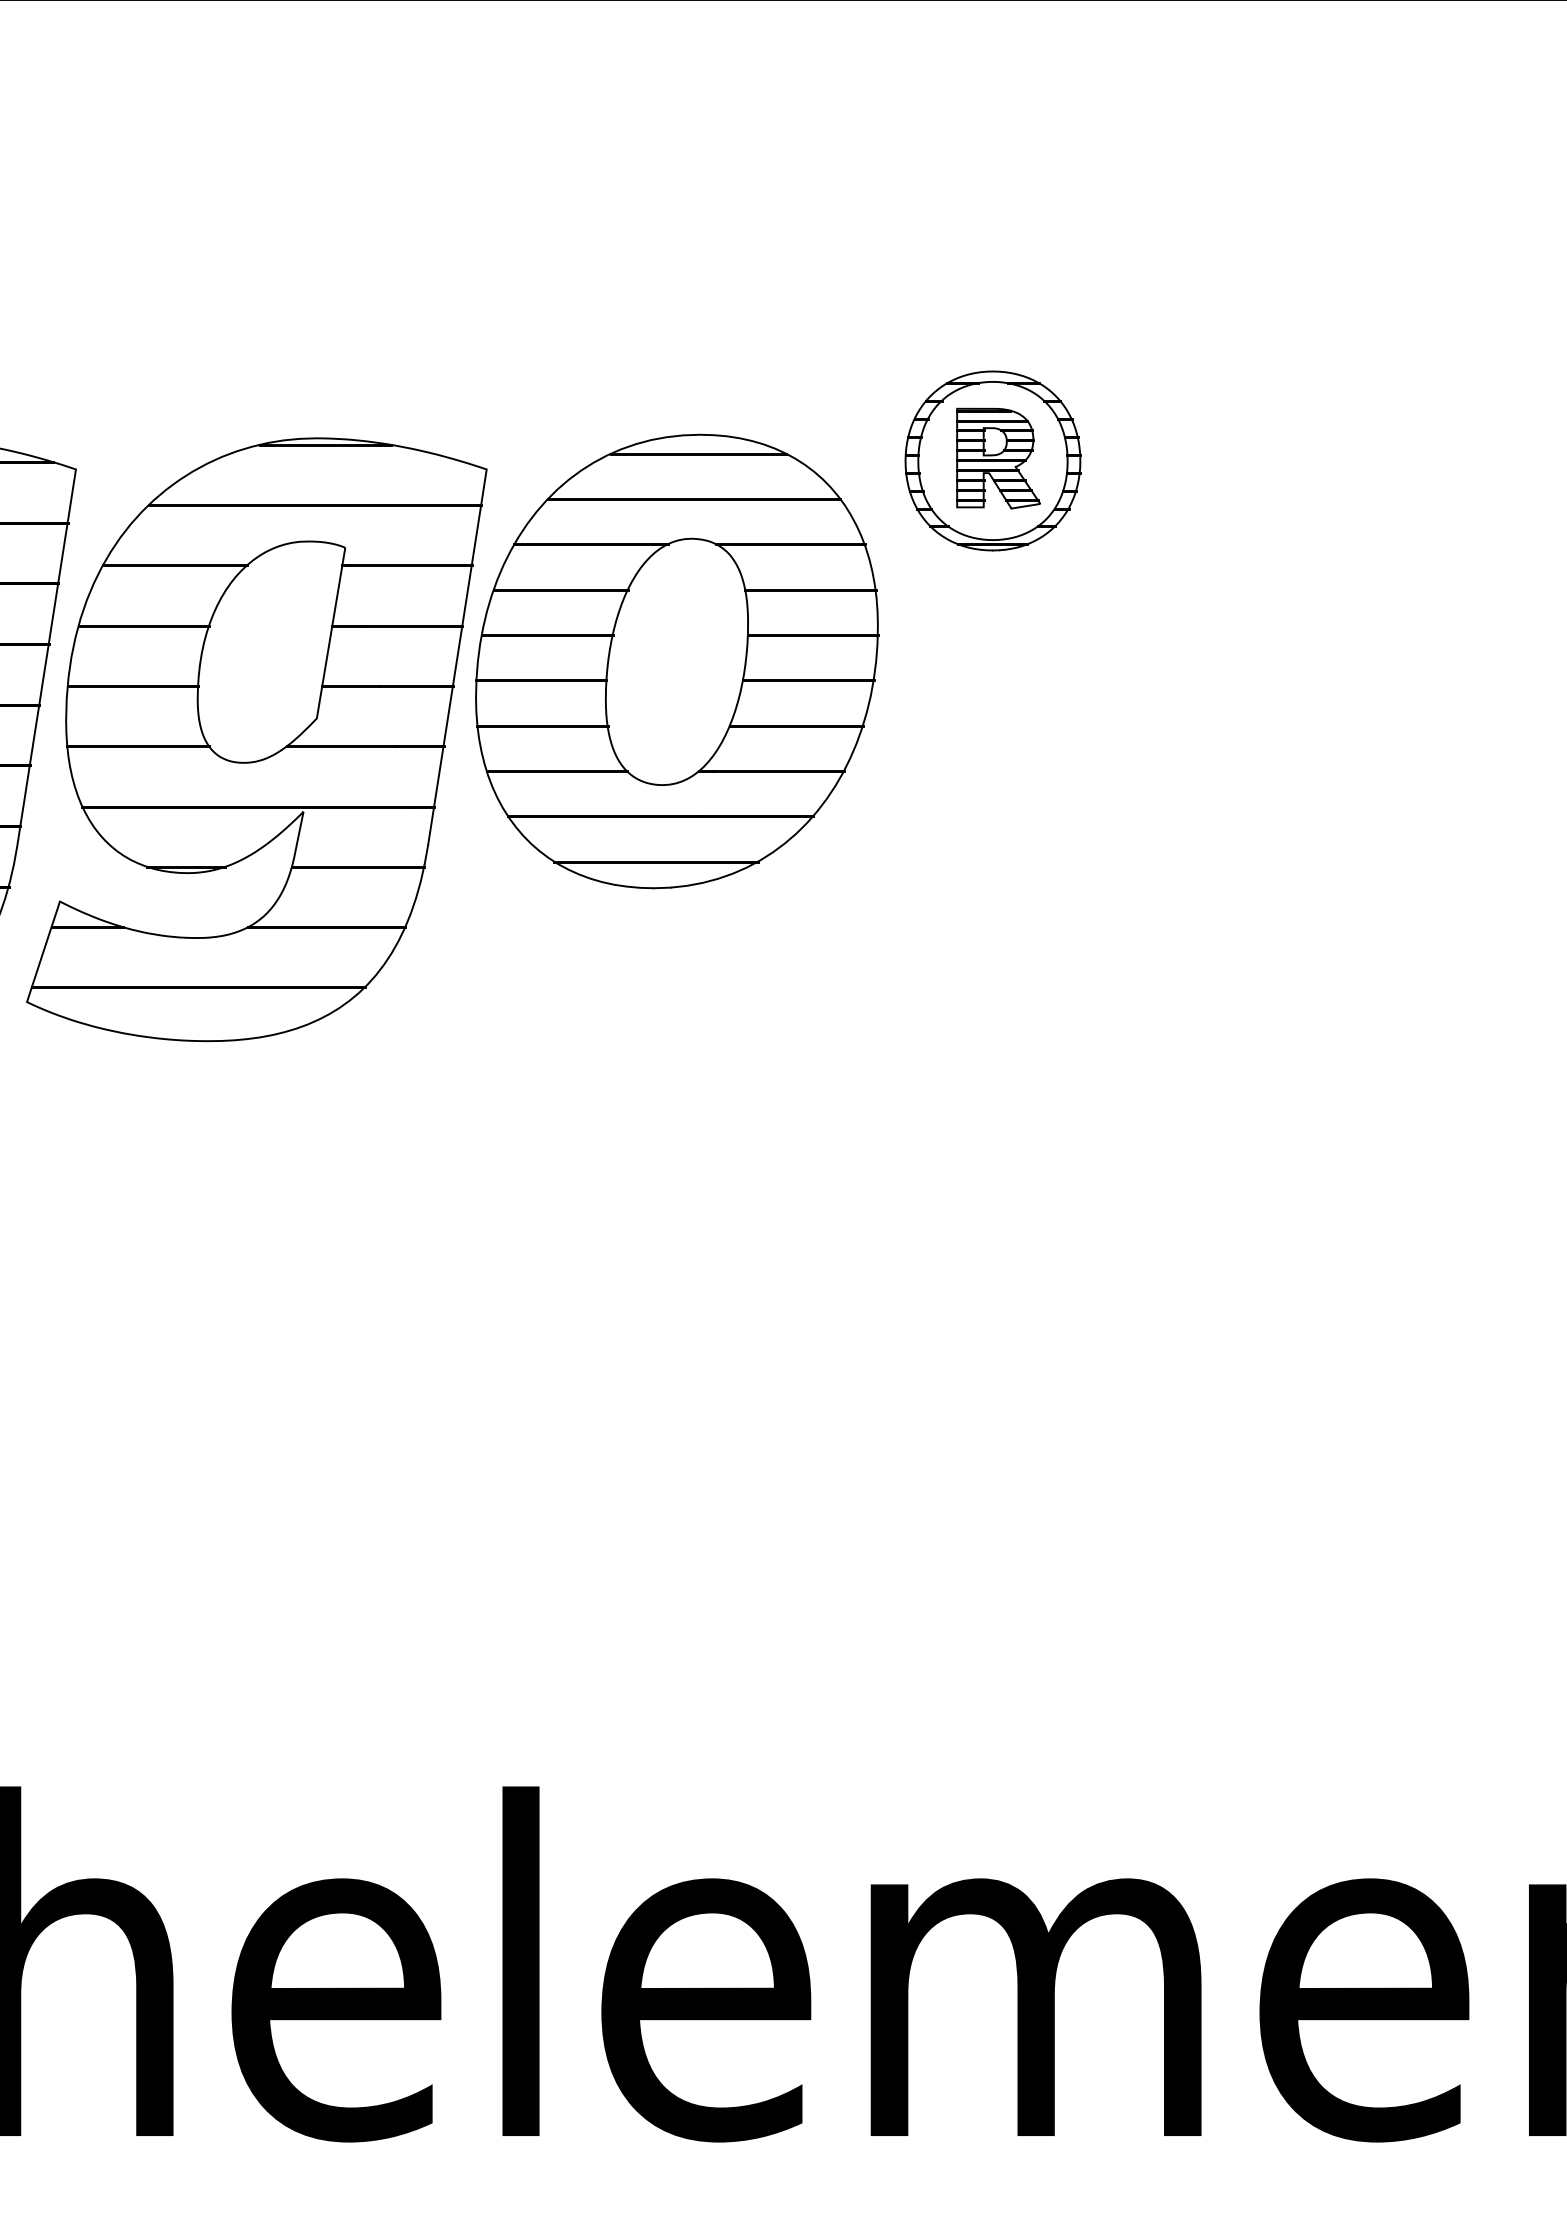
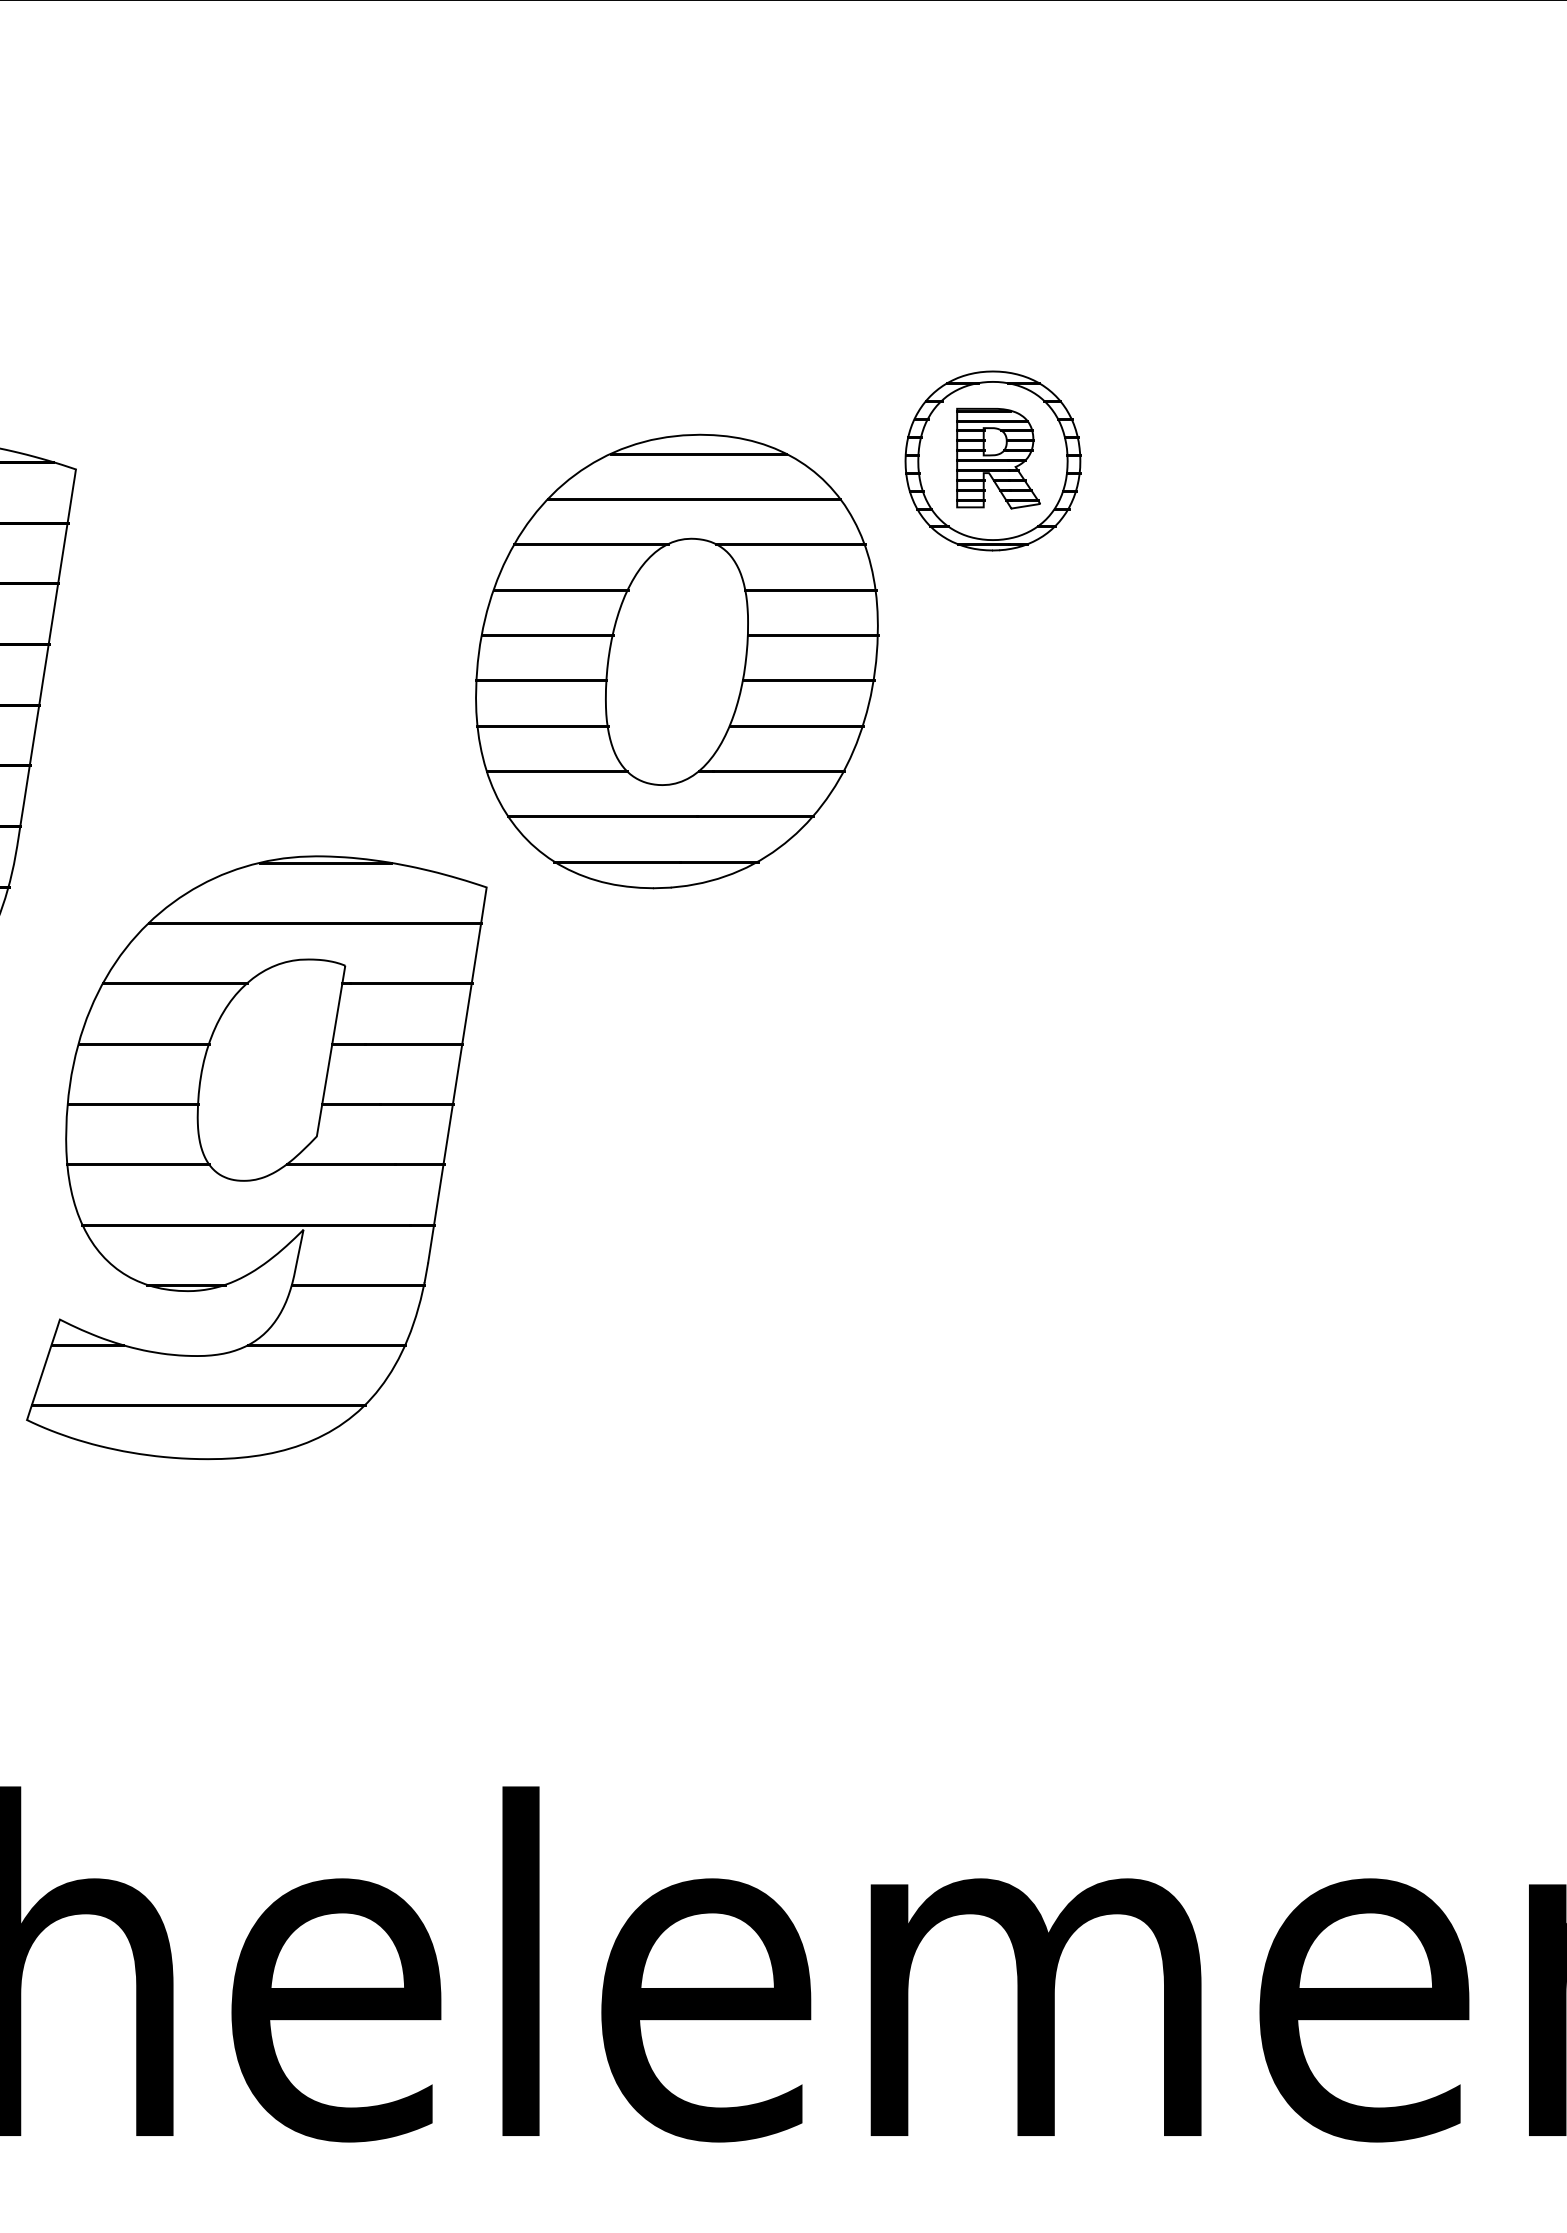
part at (256, 739) position: (256, 739) -> (256, 1157)
